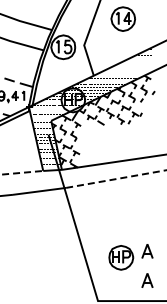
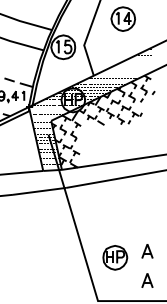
line at (22, 172): dashed -> solid
line at (116, 179): dashed -> solid
part at (121, 257) position: (121, 257) -> (115, 257)
